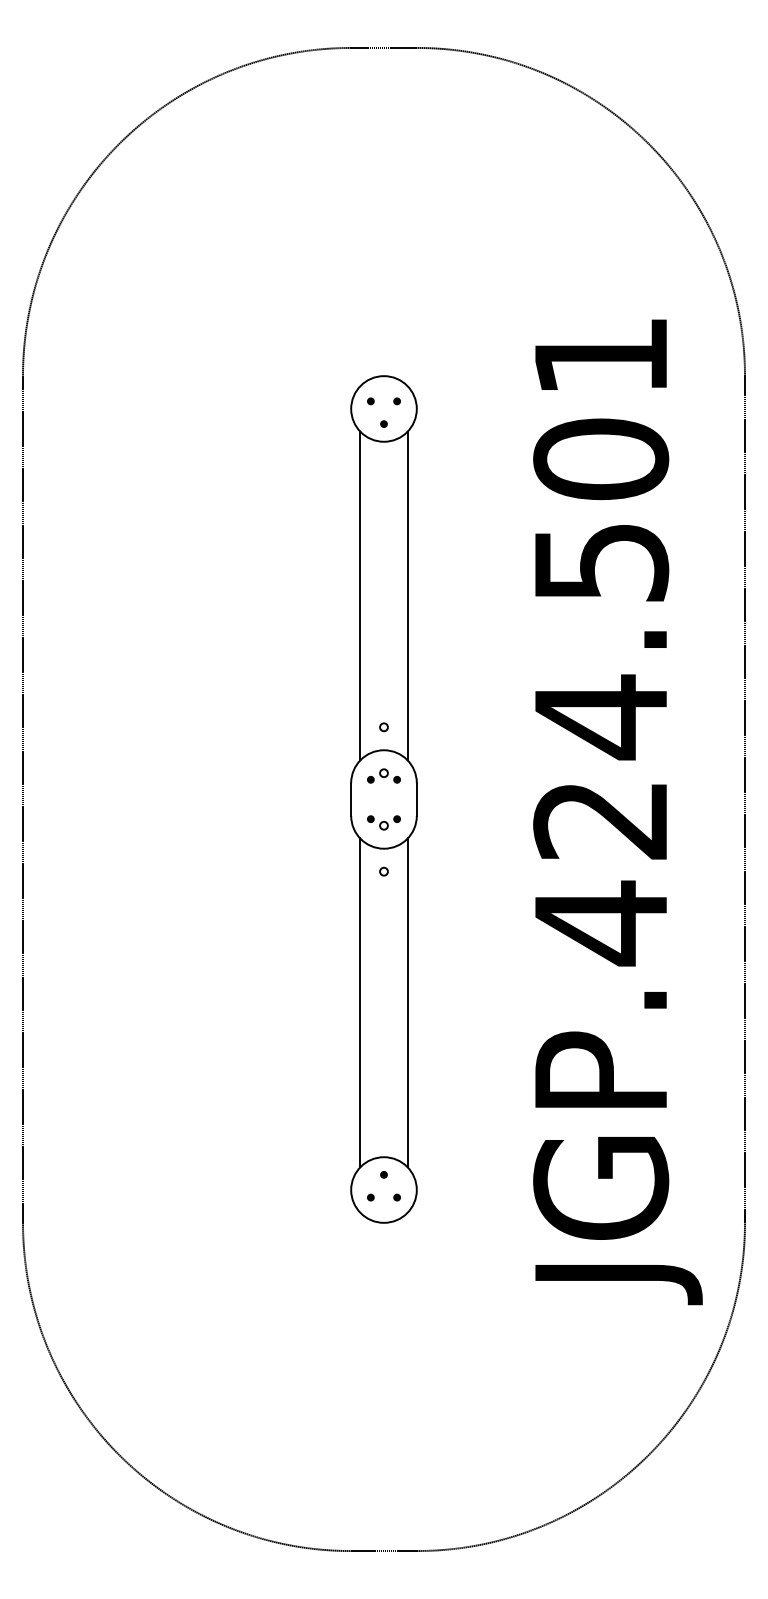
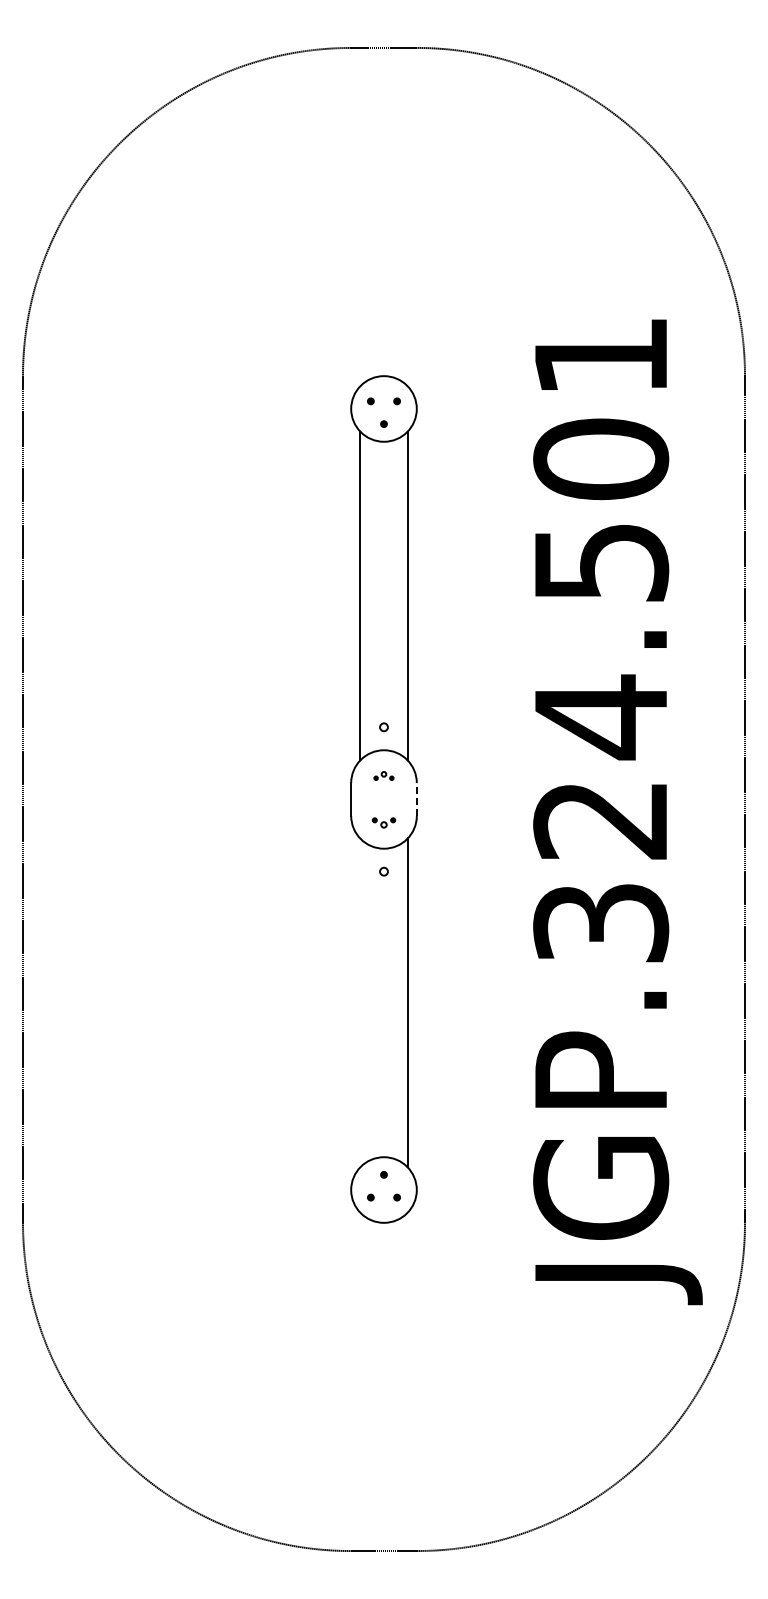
part at (383, 775) size: 34x16 px -> 22x10 px
line at (416, 799): solid -> dashed
part at (383, 822) size: 34x16 px -> 26x12 px
text at (601, 923): JGP.424.501 -> JGP.324.501
line at (360, 1002): present -> none
